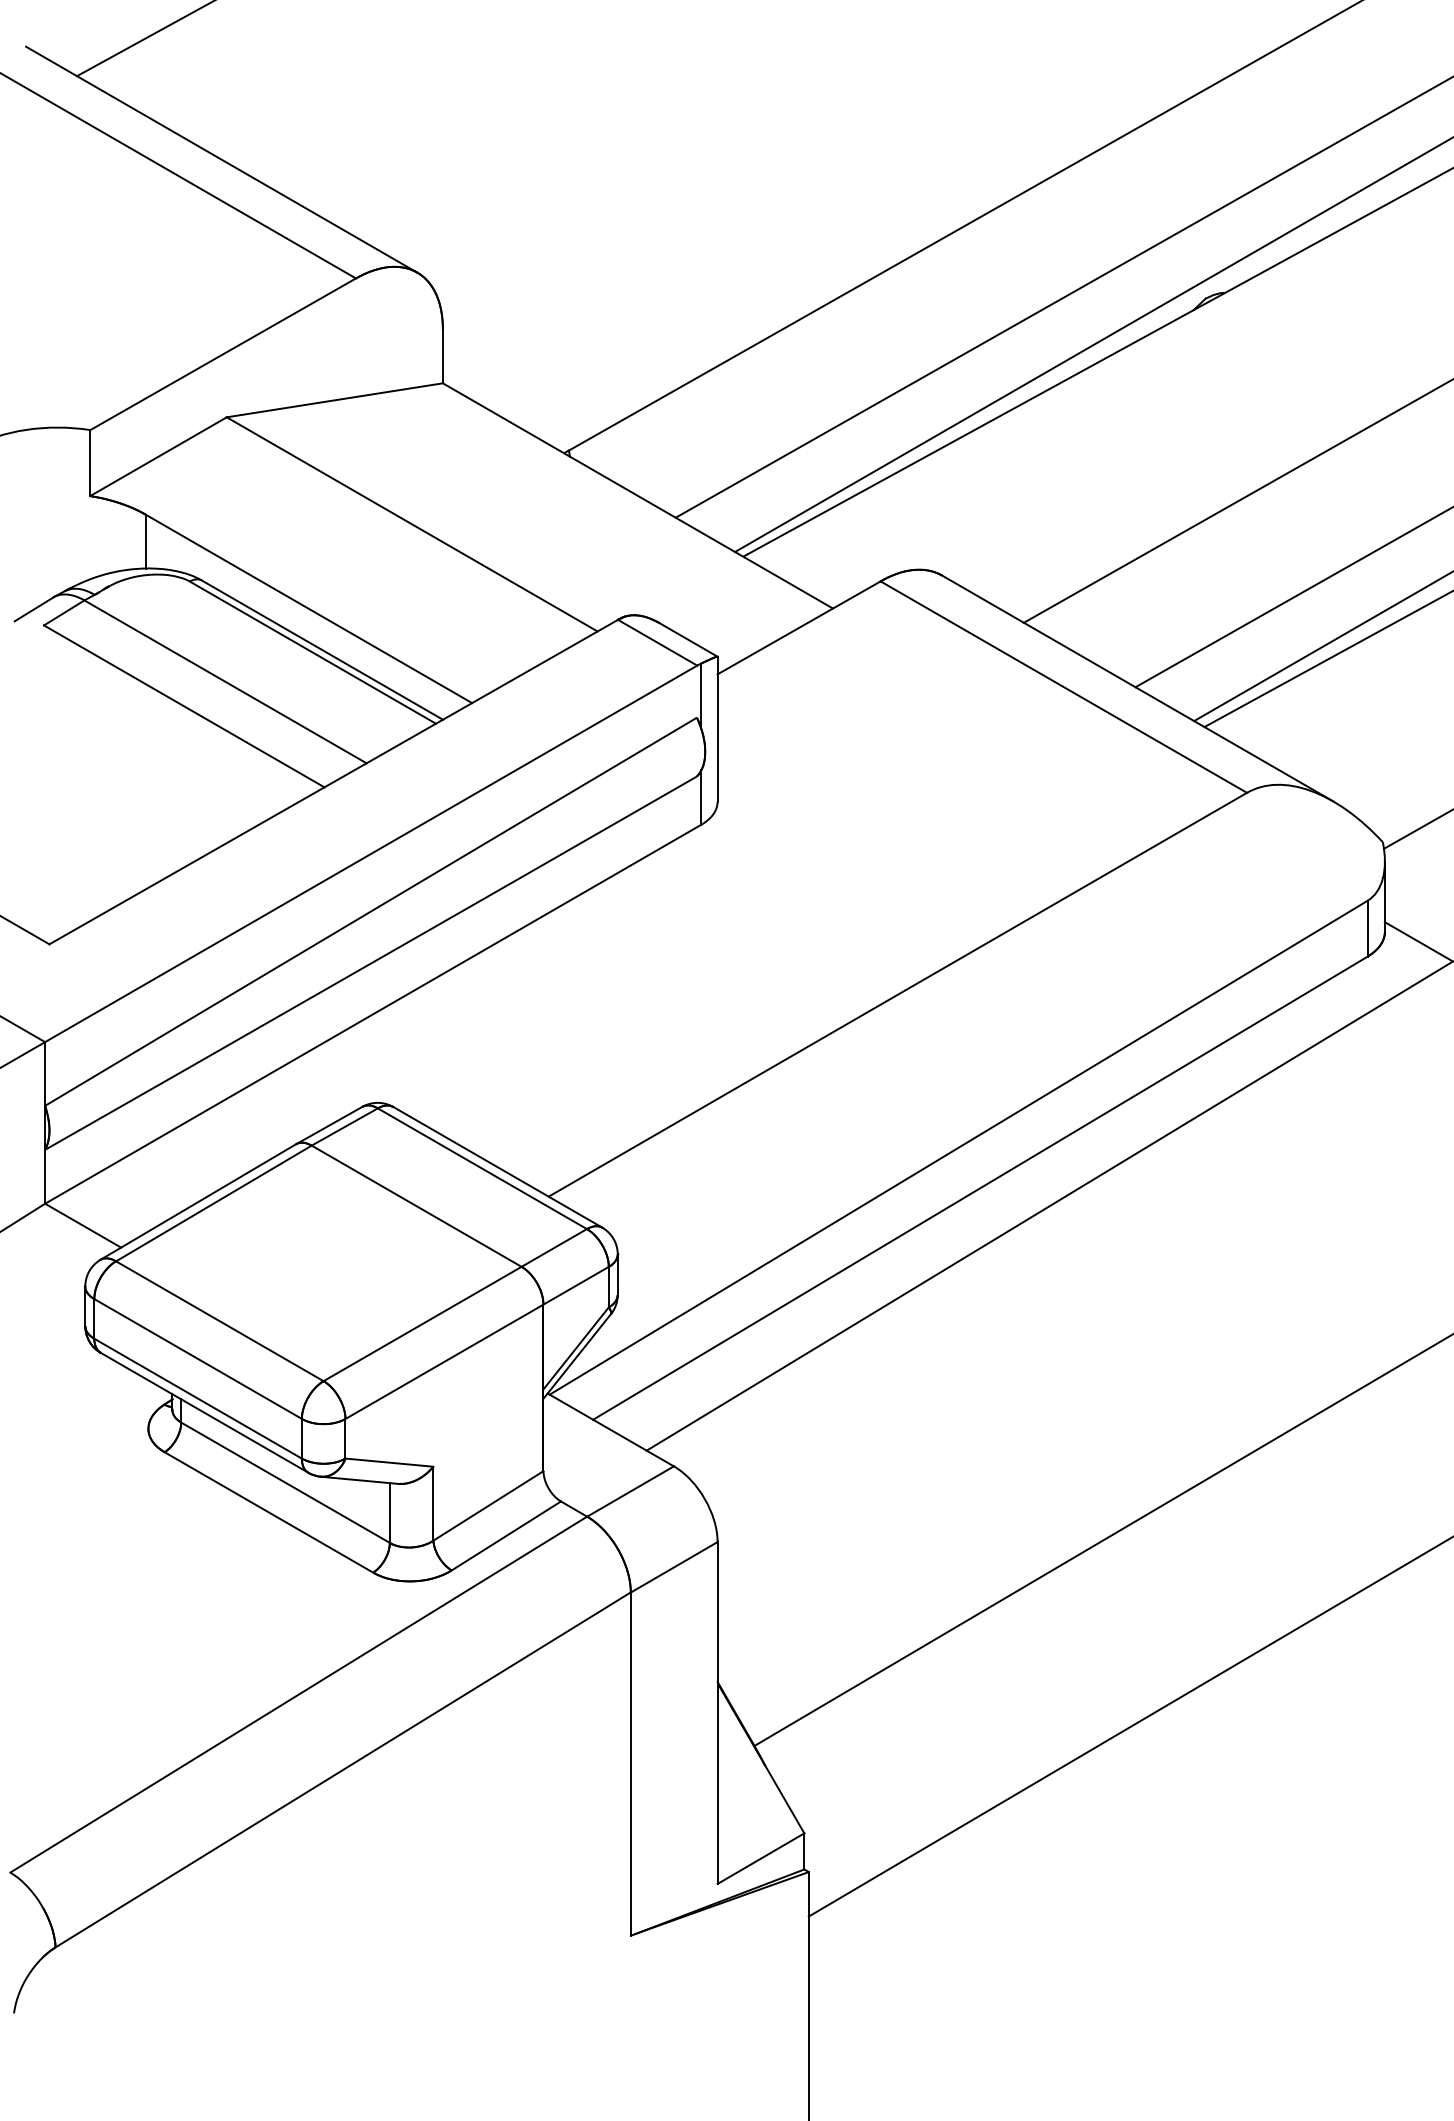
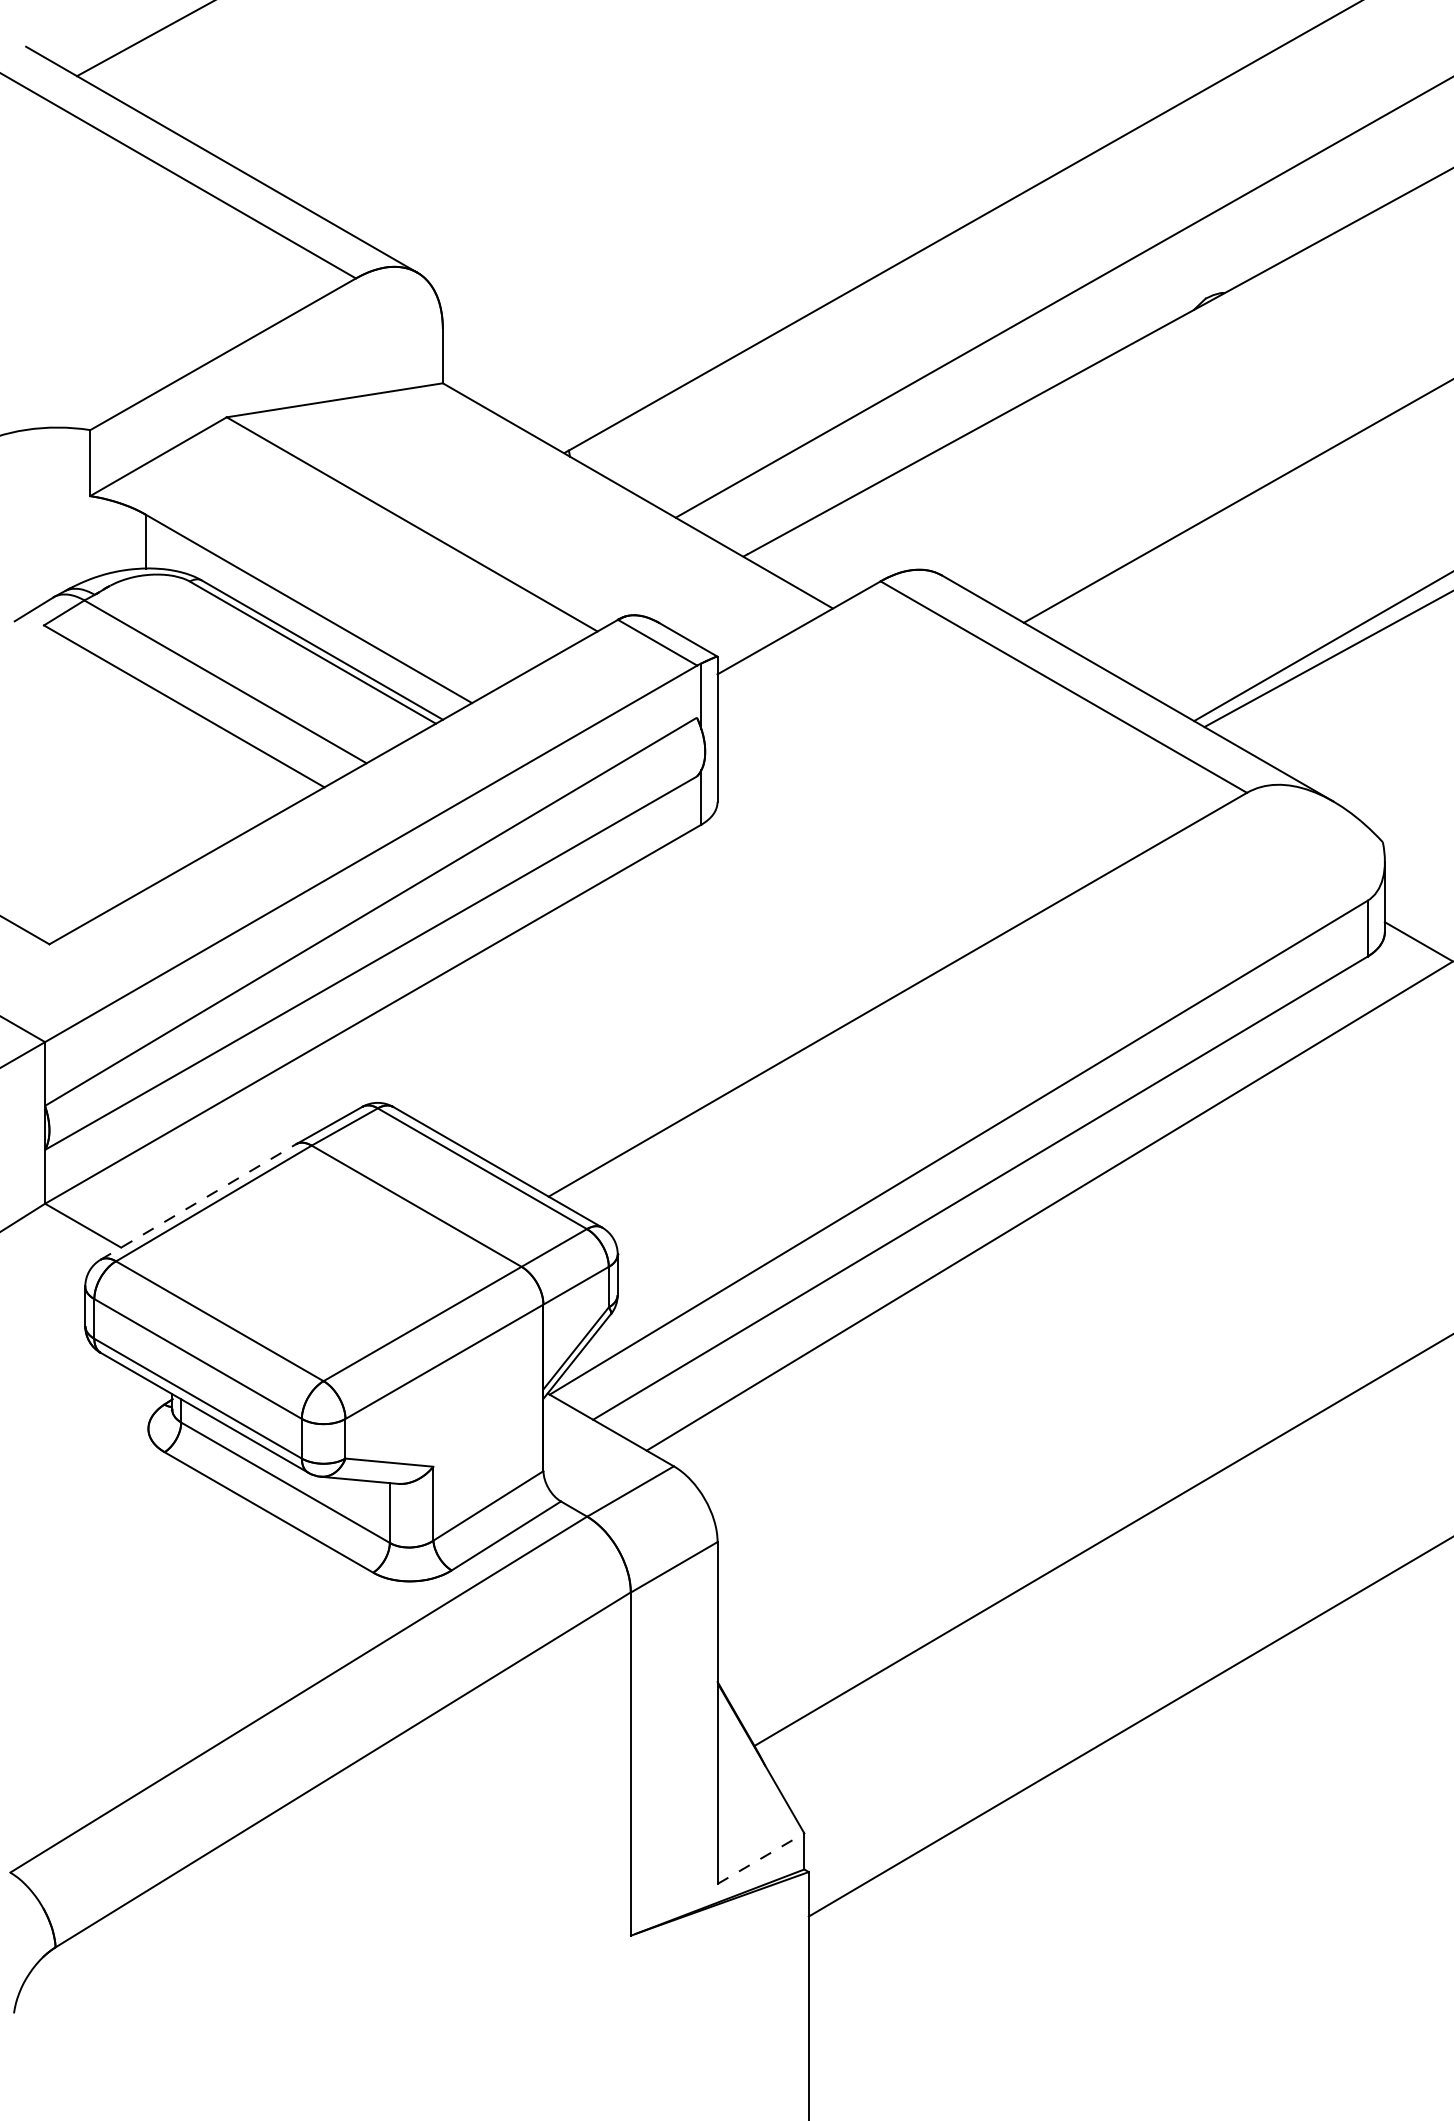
line at (1092, 344): present -> none
line at (1292, 597): present -> none
line at (1416, 829): present -> none
line at (198, 1202): solid -> dashed
line at (761, 1858): solid -> dashed
